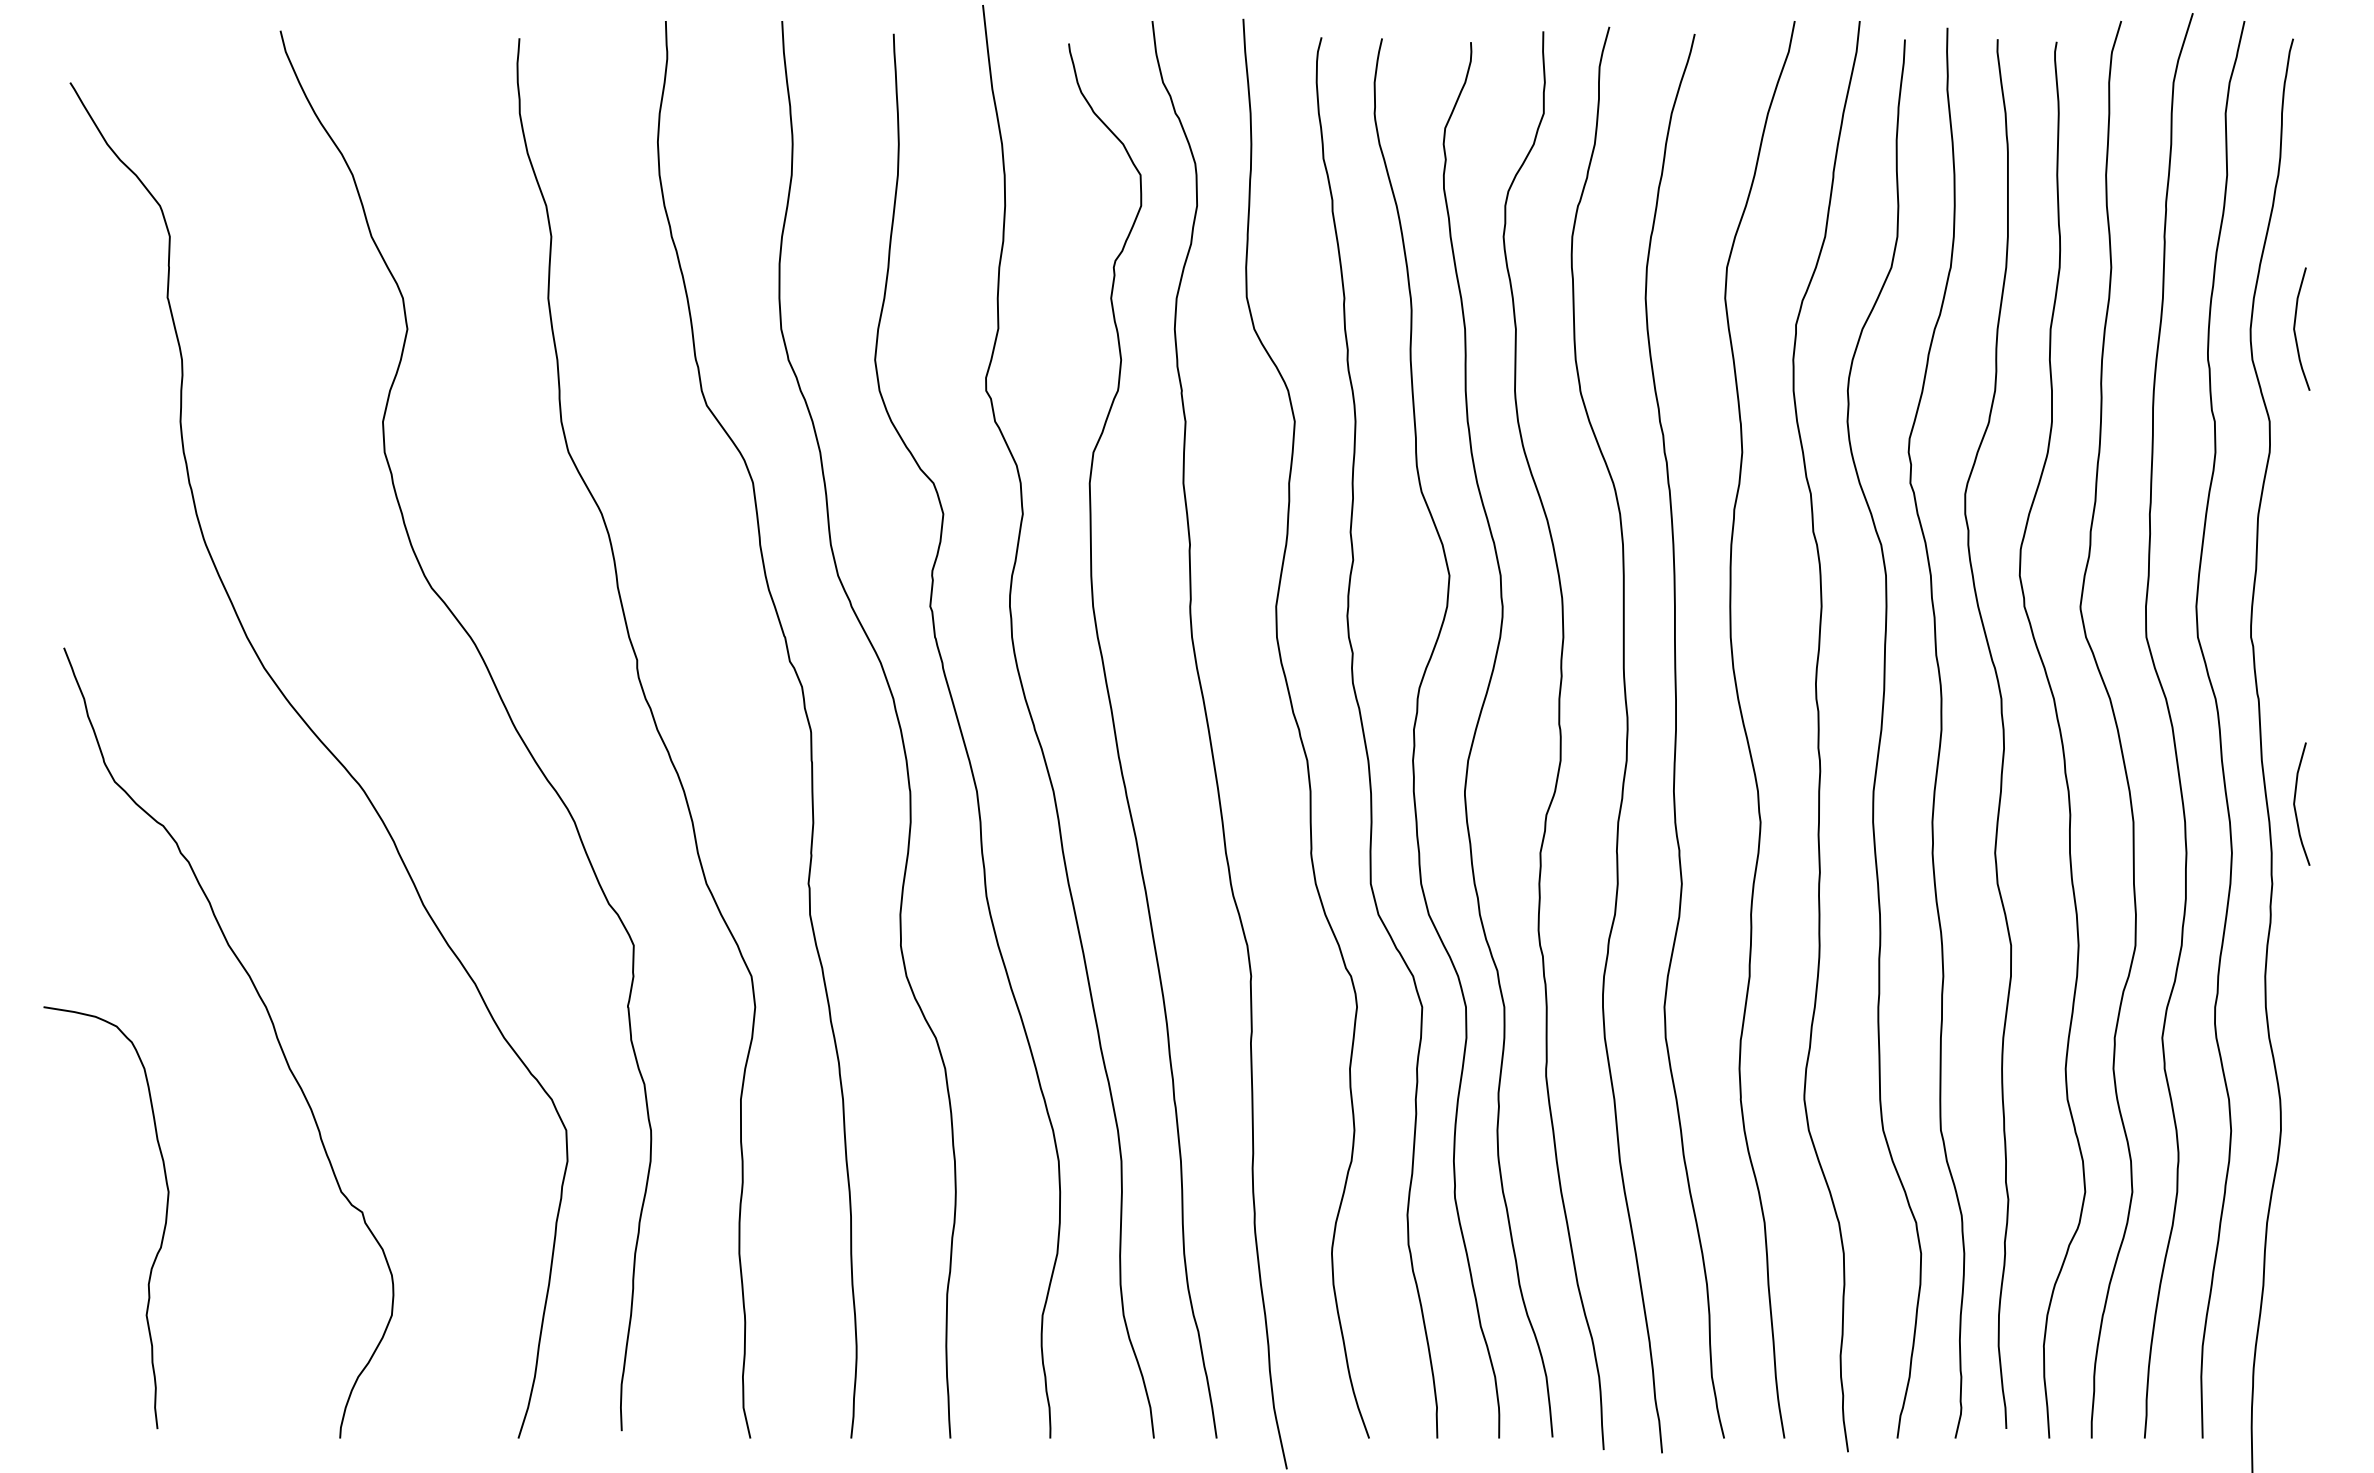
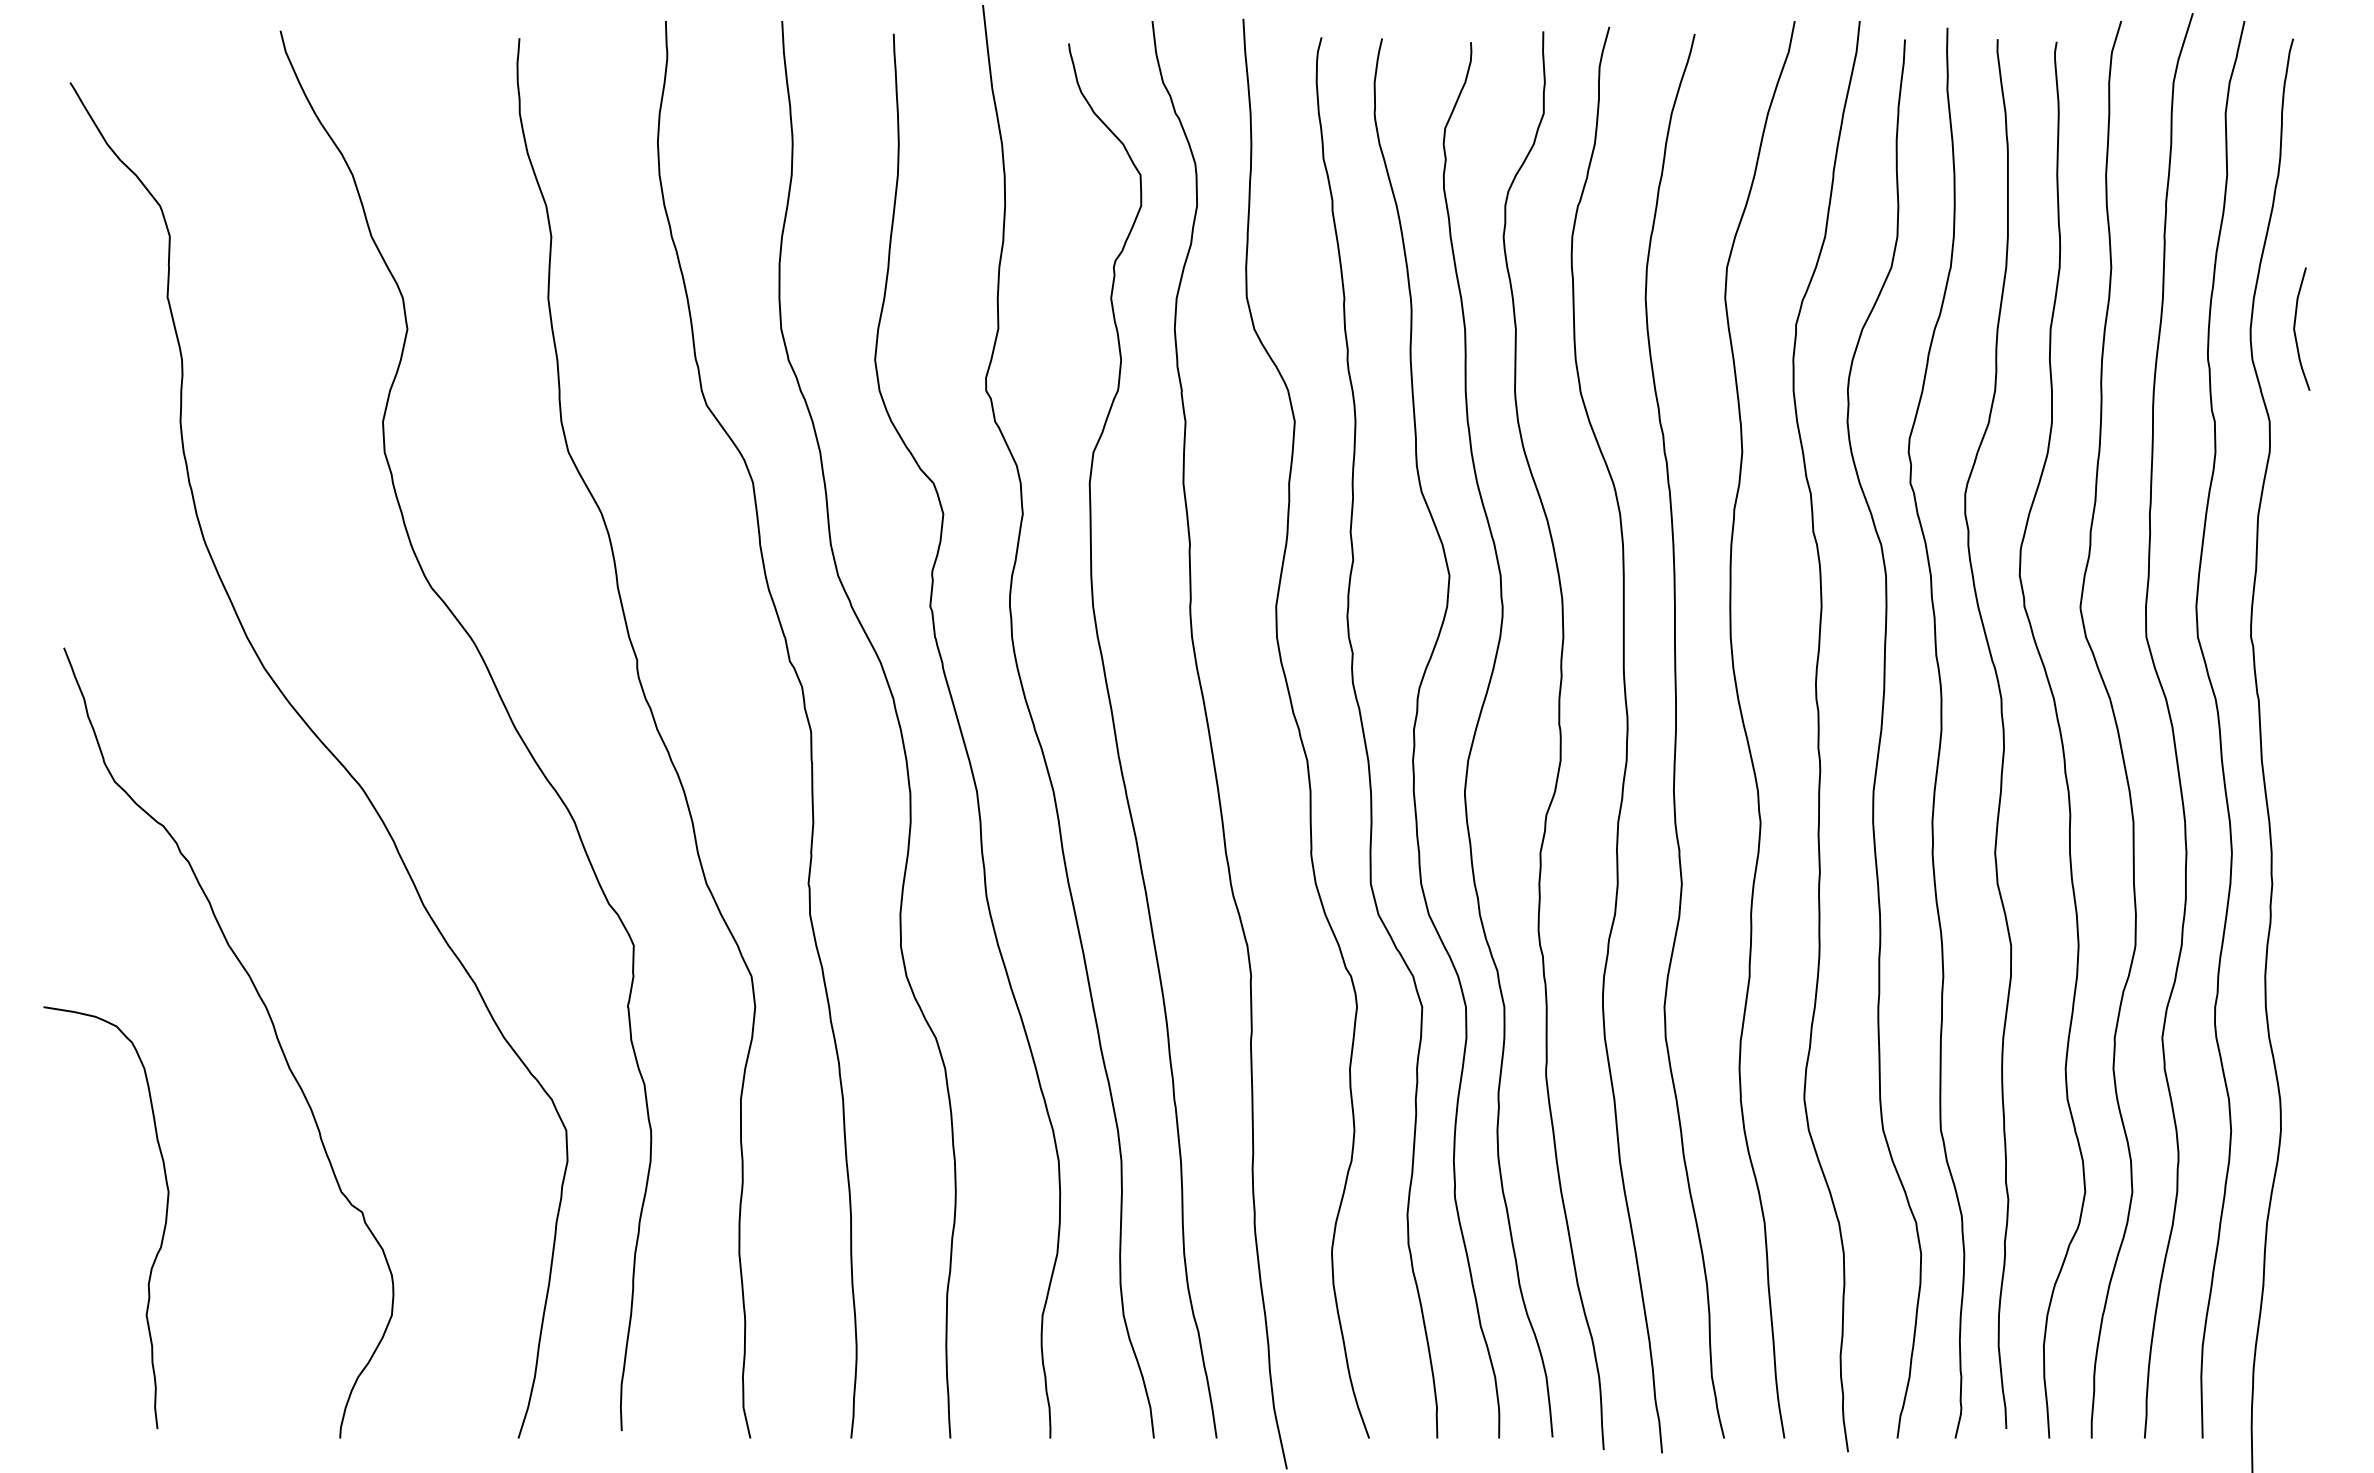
curve at (2295, 802): present -> none
